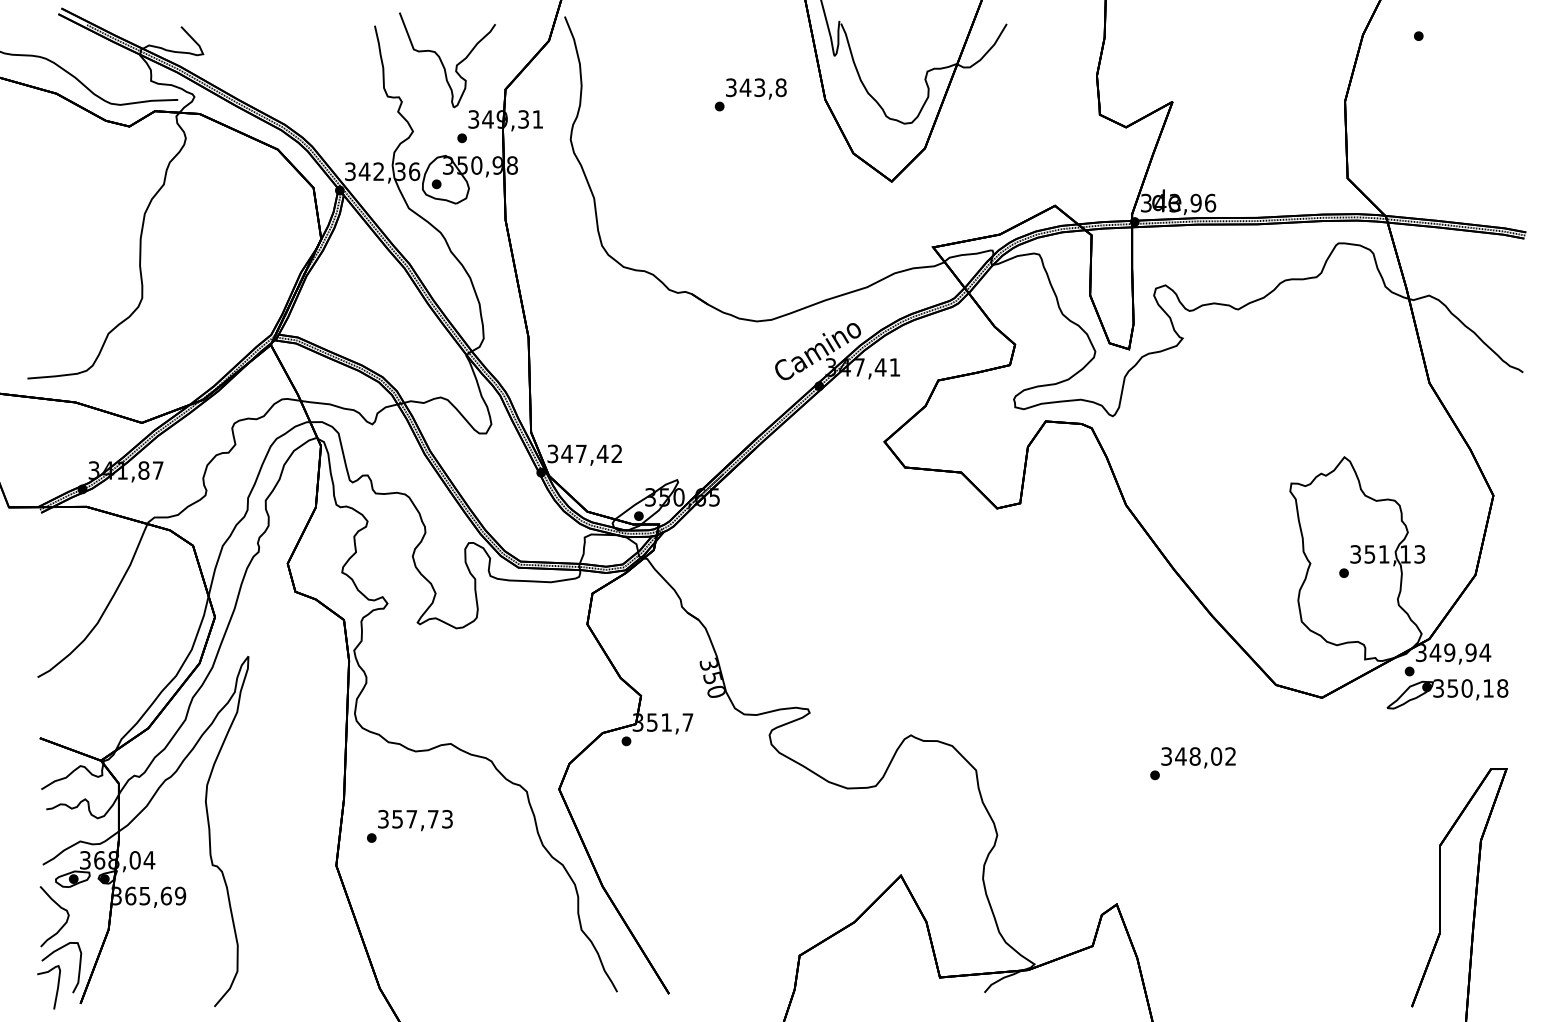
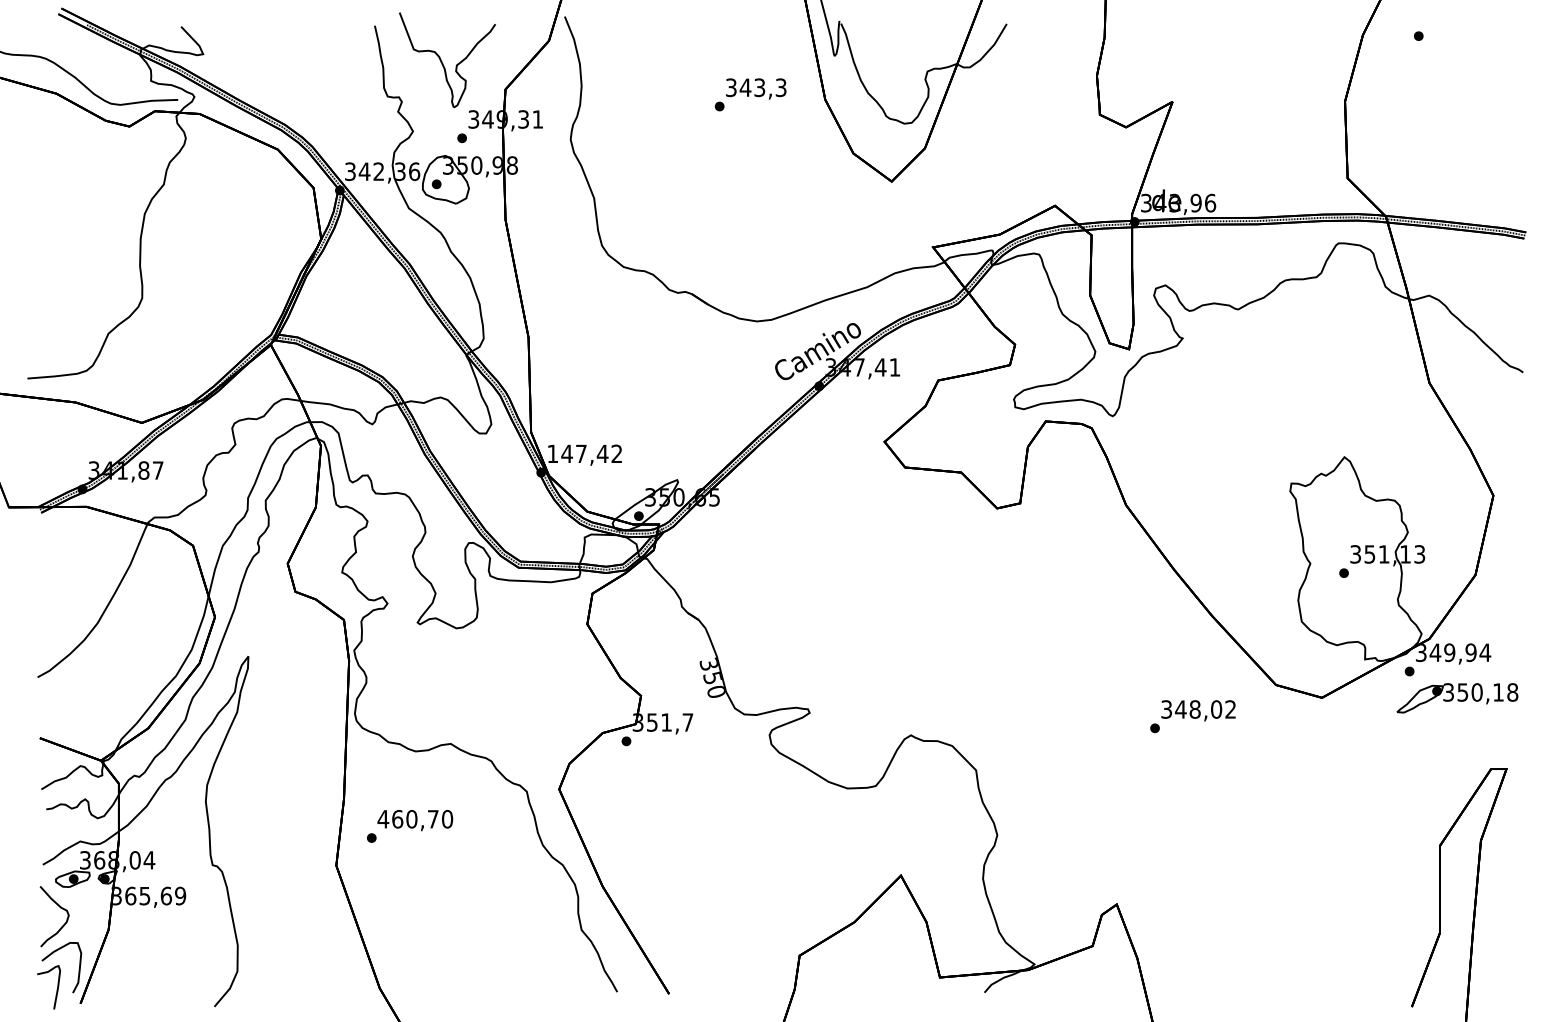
text at (780, 87): 343,8 -> 343,3
text at (552, 453): 347,42 -> 147,42
part at (1447, 694) position: (1447, 694) -> (1457, 698)
text at (1192, 763) position: (1192, 763) -> (1192, 716)
text at (415, 818): 357,73 -> 460,70
